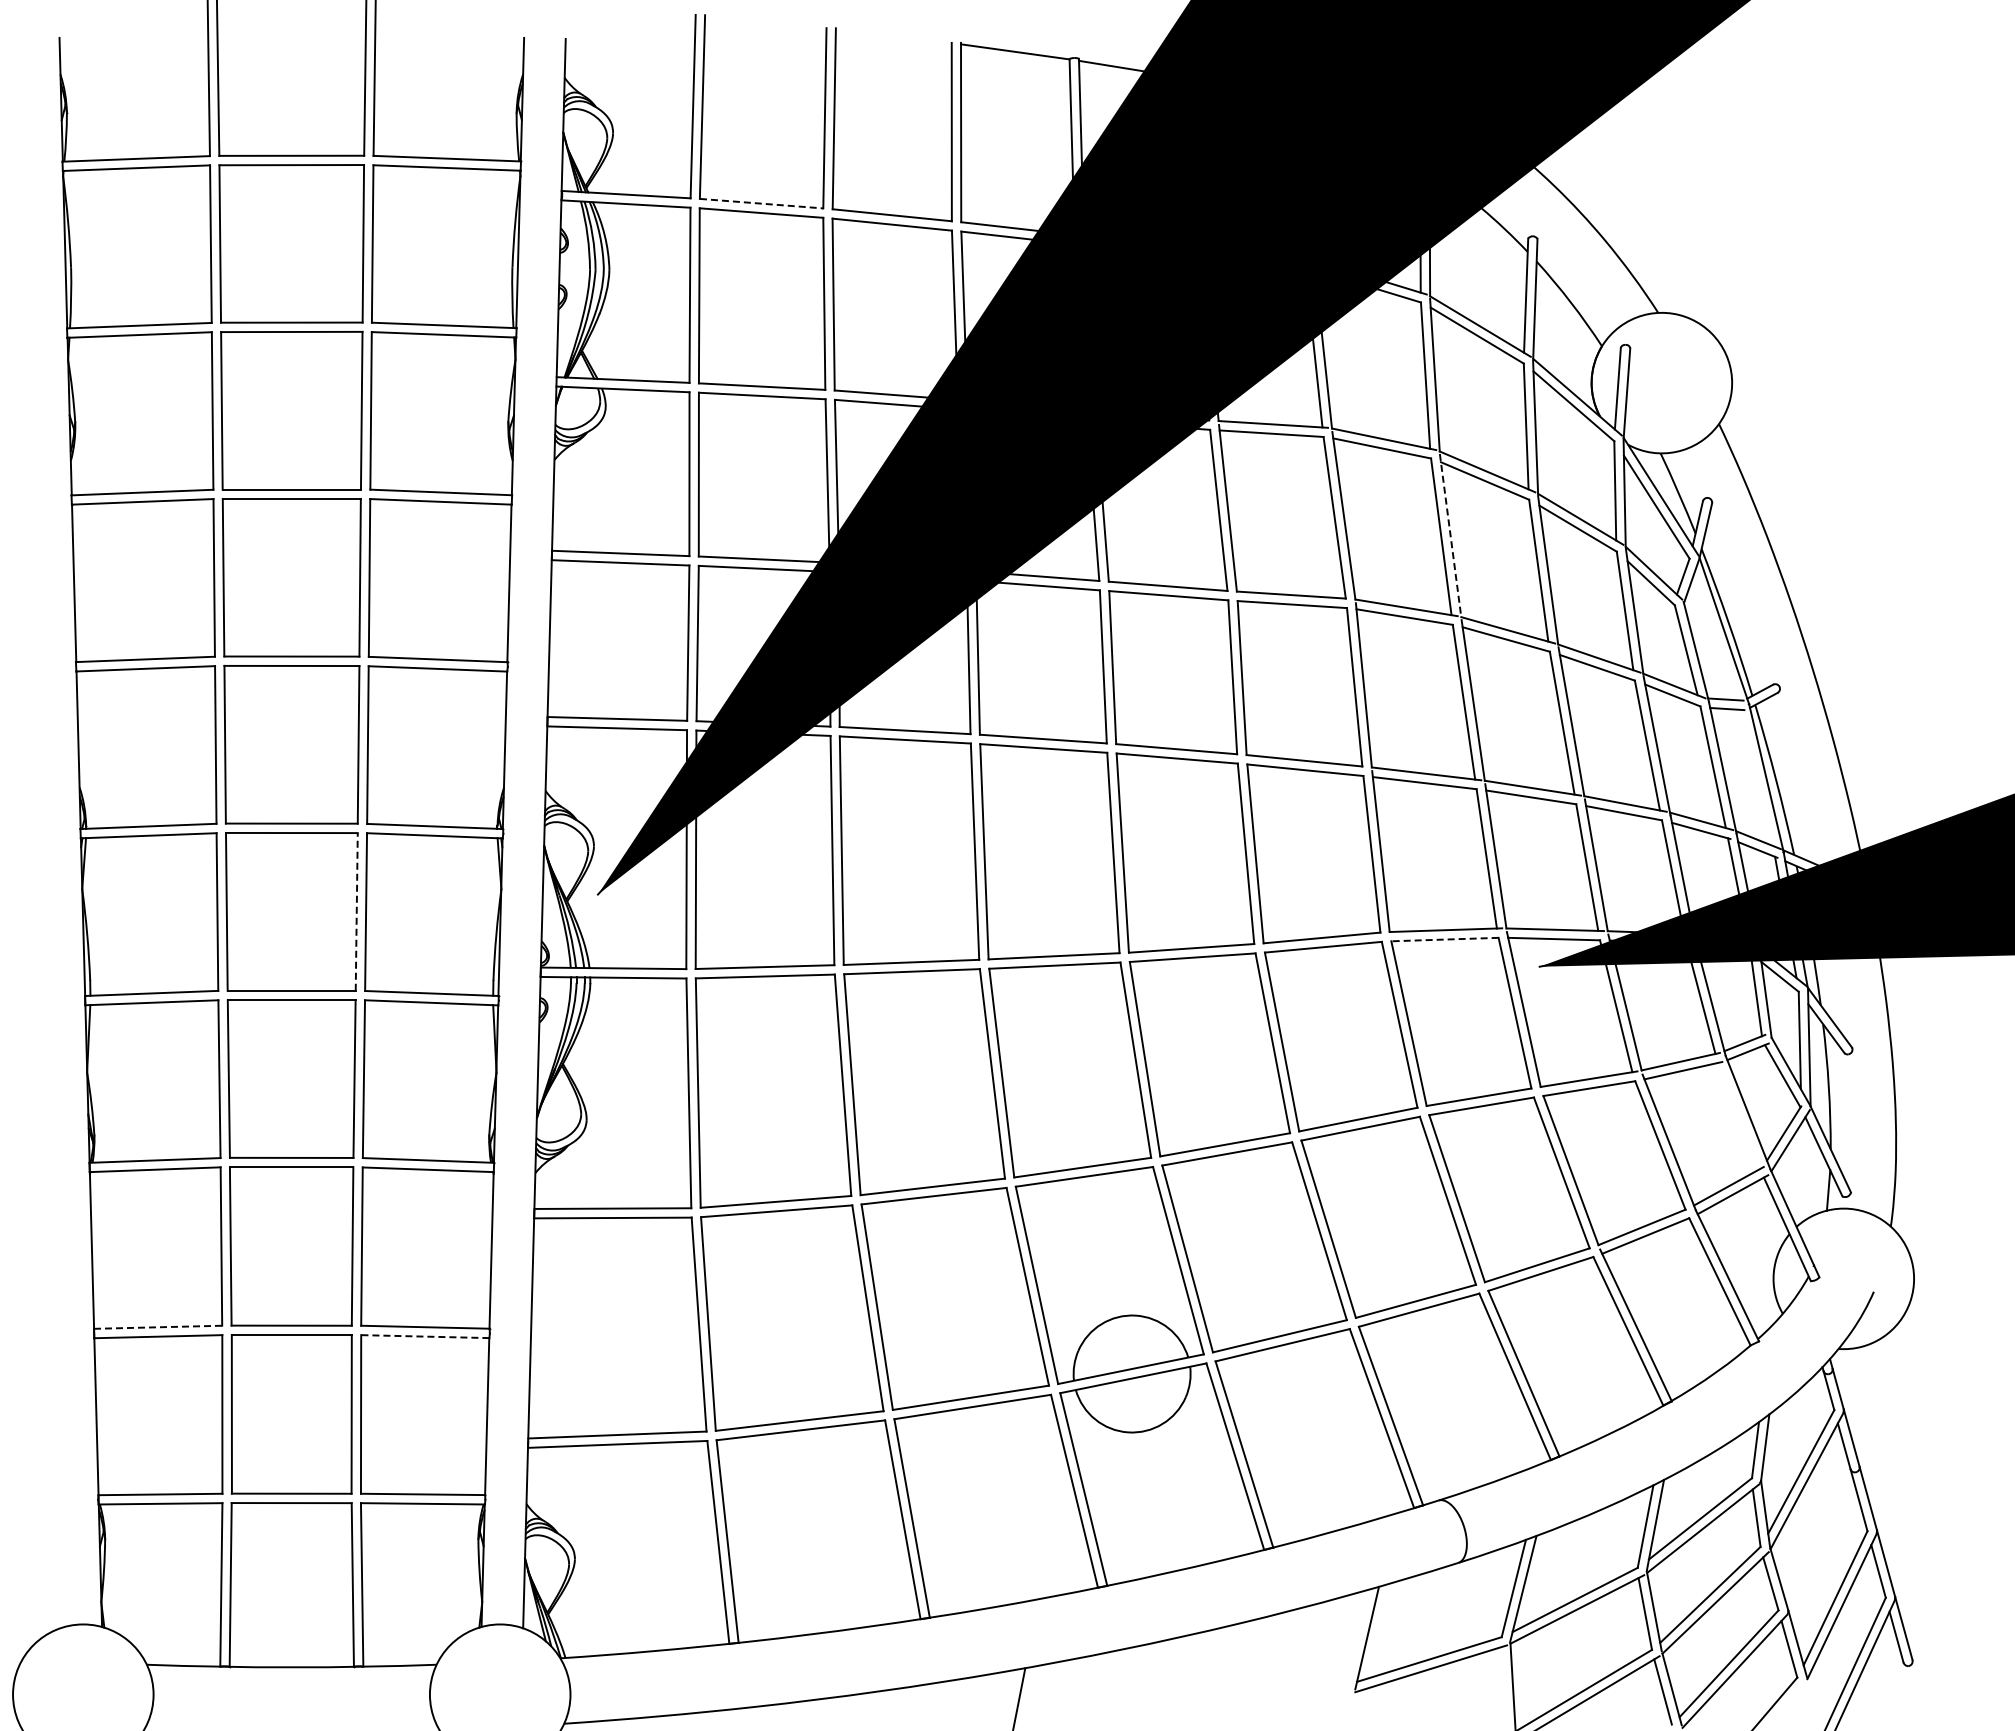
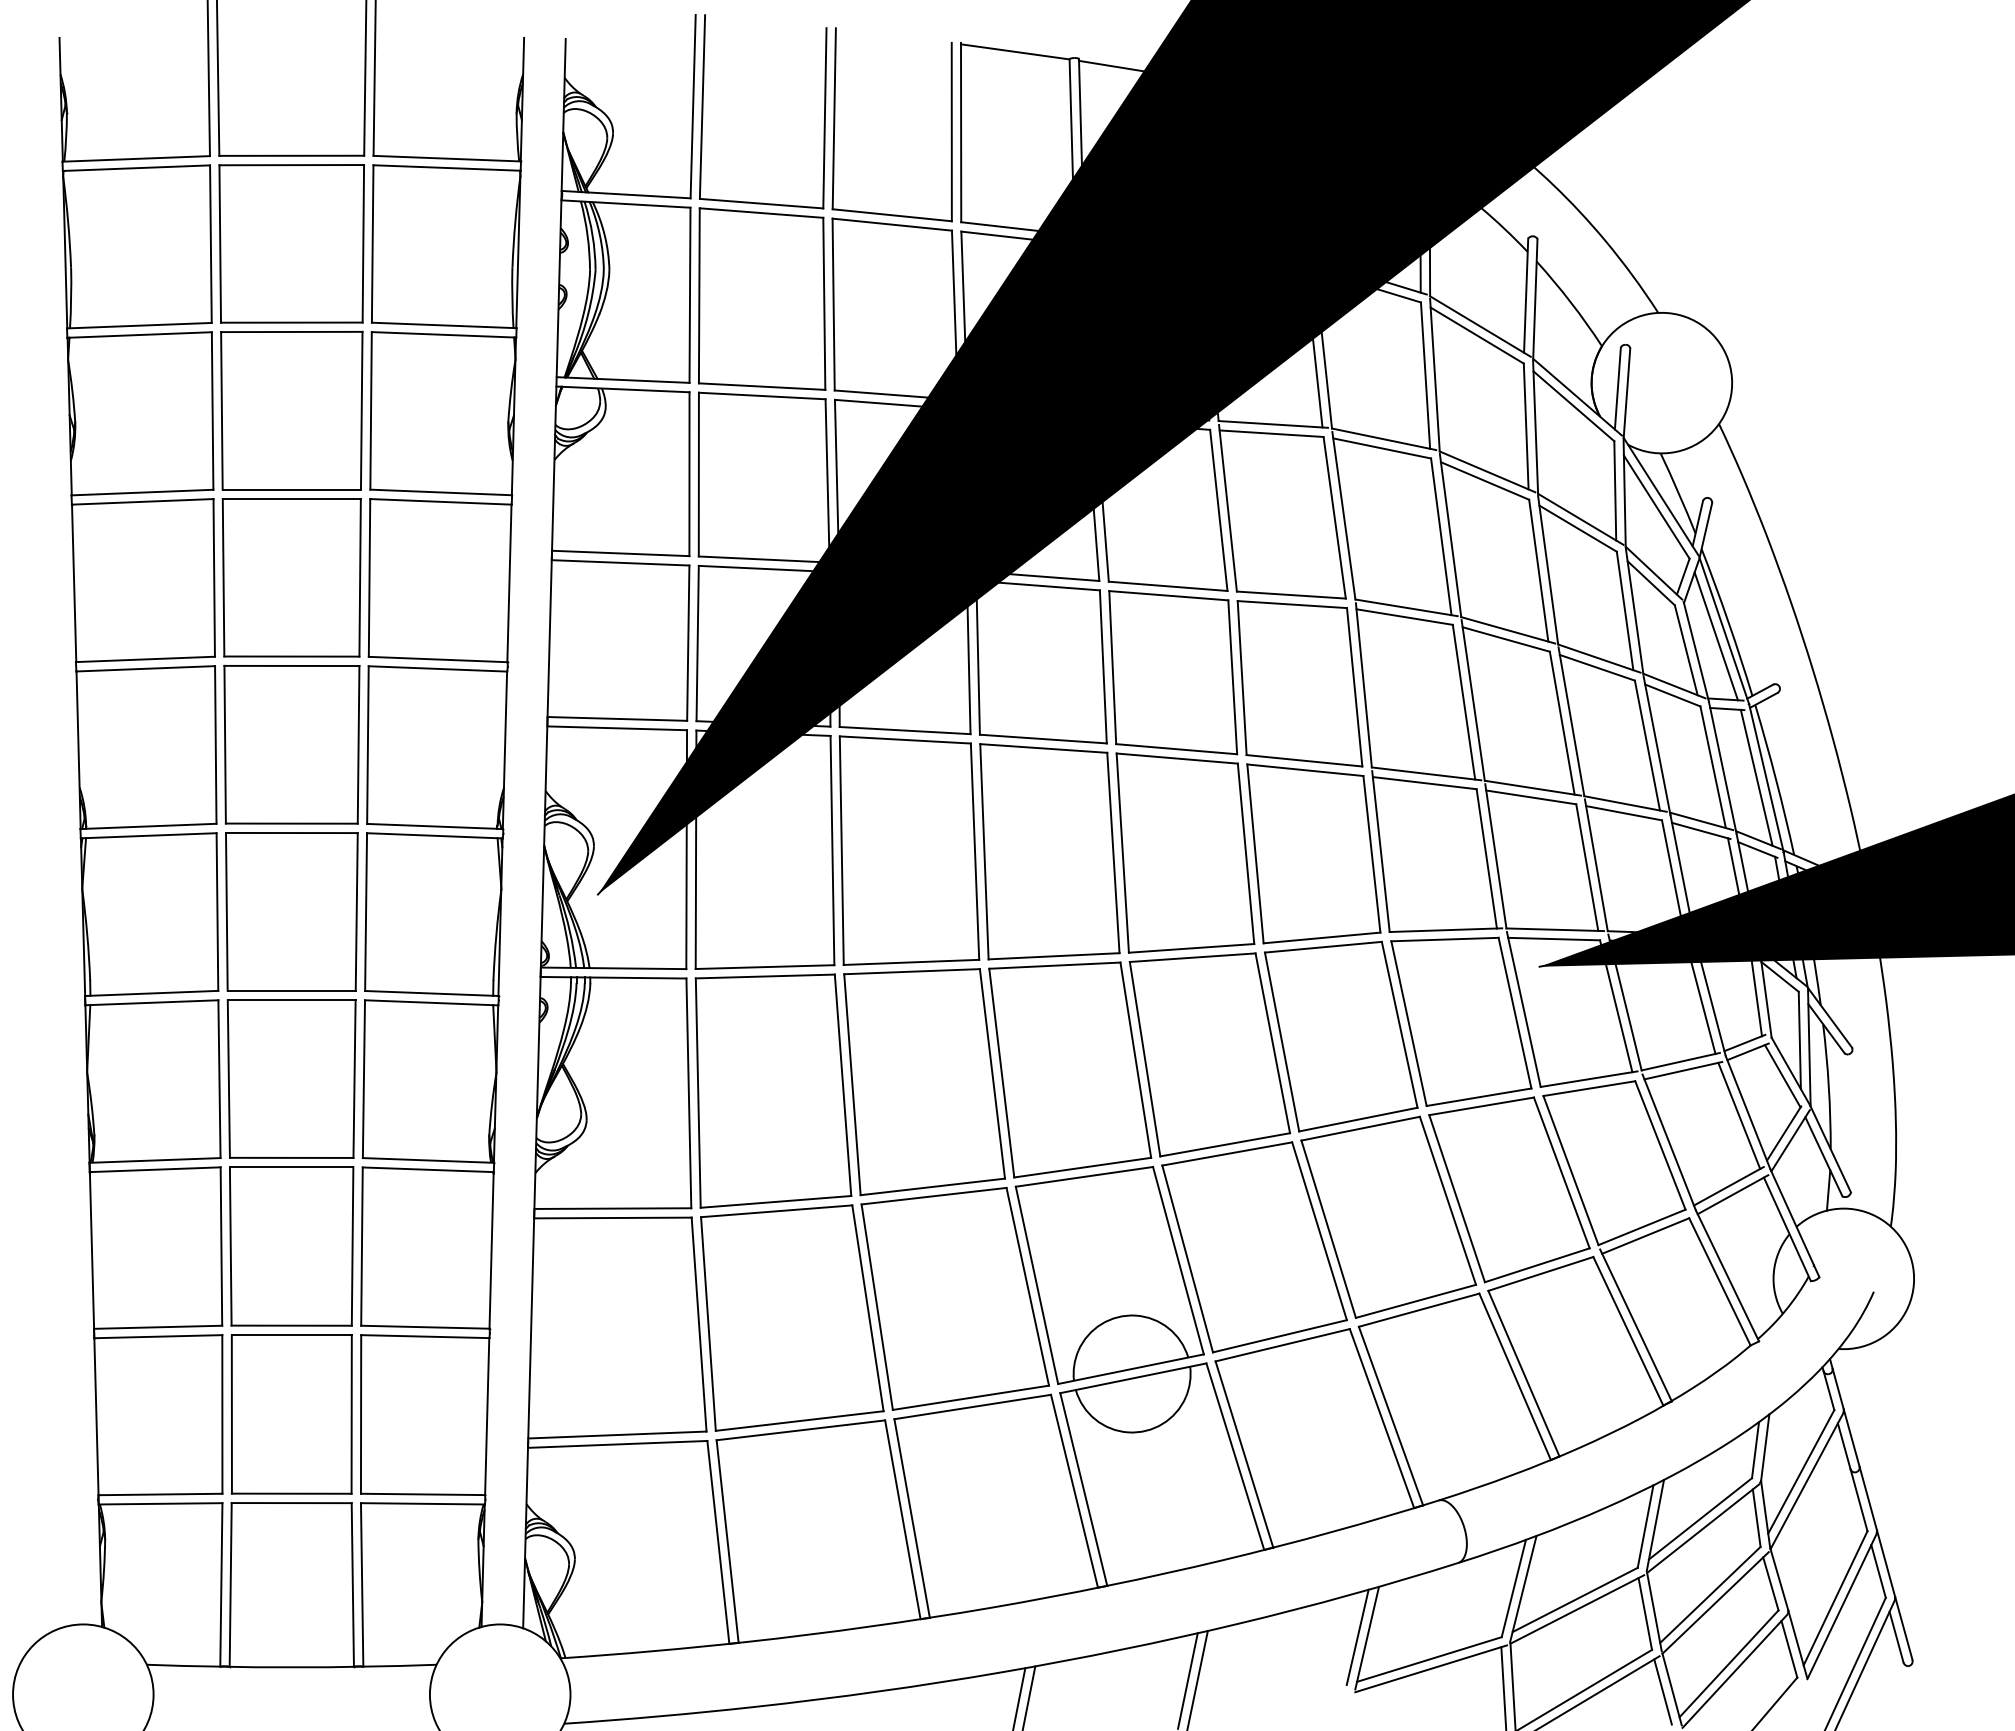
line at (761, 203): dashed -> solid
line at (1450, 536): dashed -> solid
line at (1715, 636): none -> present
line at (1756, 777): none -> present
line at (356, 911): dashed -> solid
line at (1444, 939): dashed -> solid
line at (1739, 1115): none -> present
line at (158, 1327): dashed -> solid
line at (424, 1336): dashed -> solid
line at (1357, 1636): none -> present
line at (1197, 1678): none -> present
line at (1187, 1680): none -> present
line at (1503, 1687): none -> present
line at (1029, 1696): none -> present
